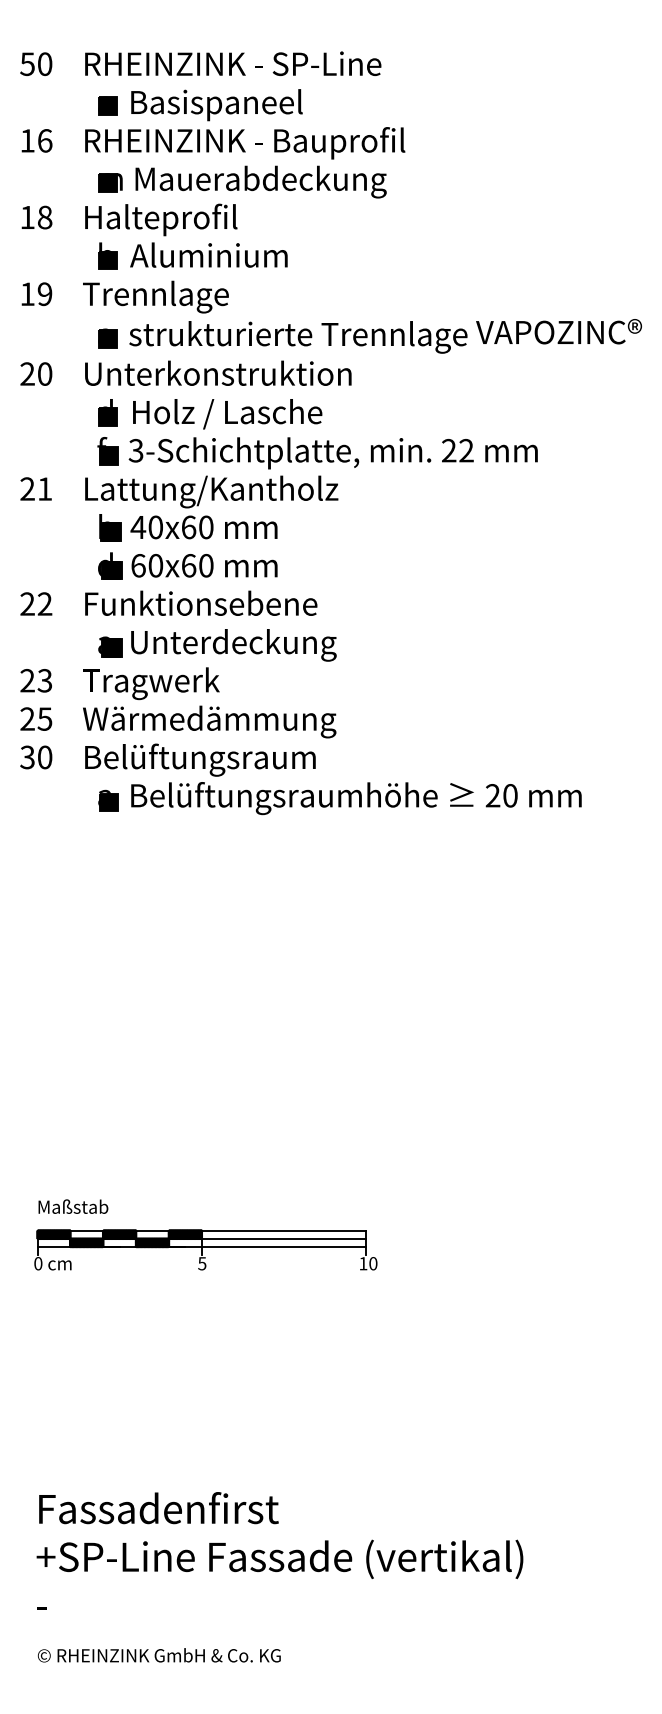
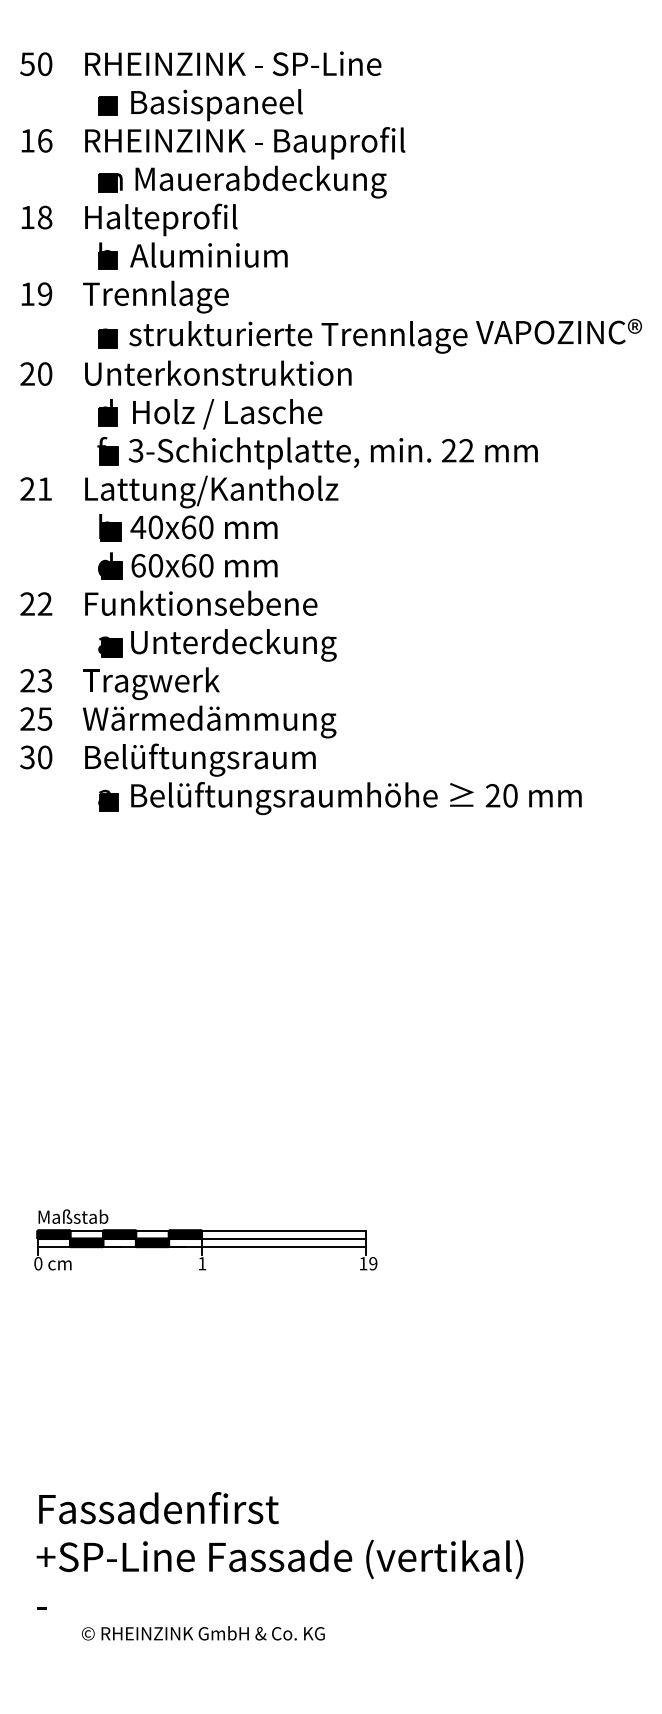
text at (73, 1206) position: (73, 1206) -> (73, 1216)
text at (202, 1263): 5 -> 1
text at (373, 1263): 10 -> 19
text at (159, 1655) position: (159, 1655) -> (203, 1633)
